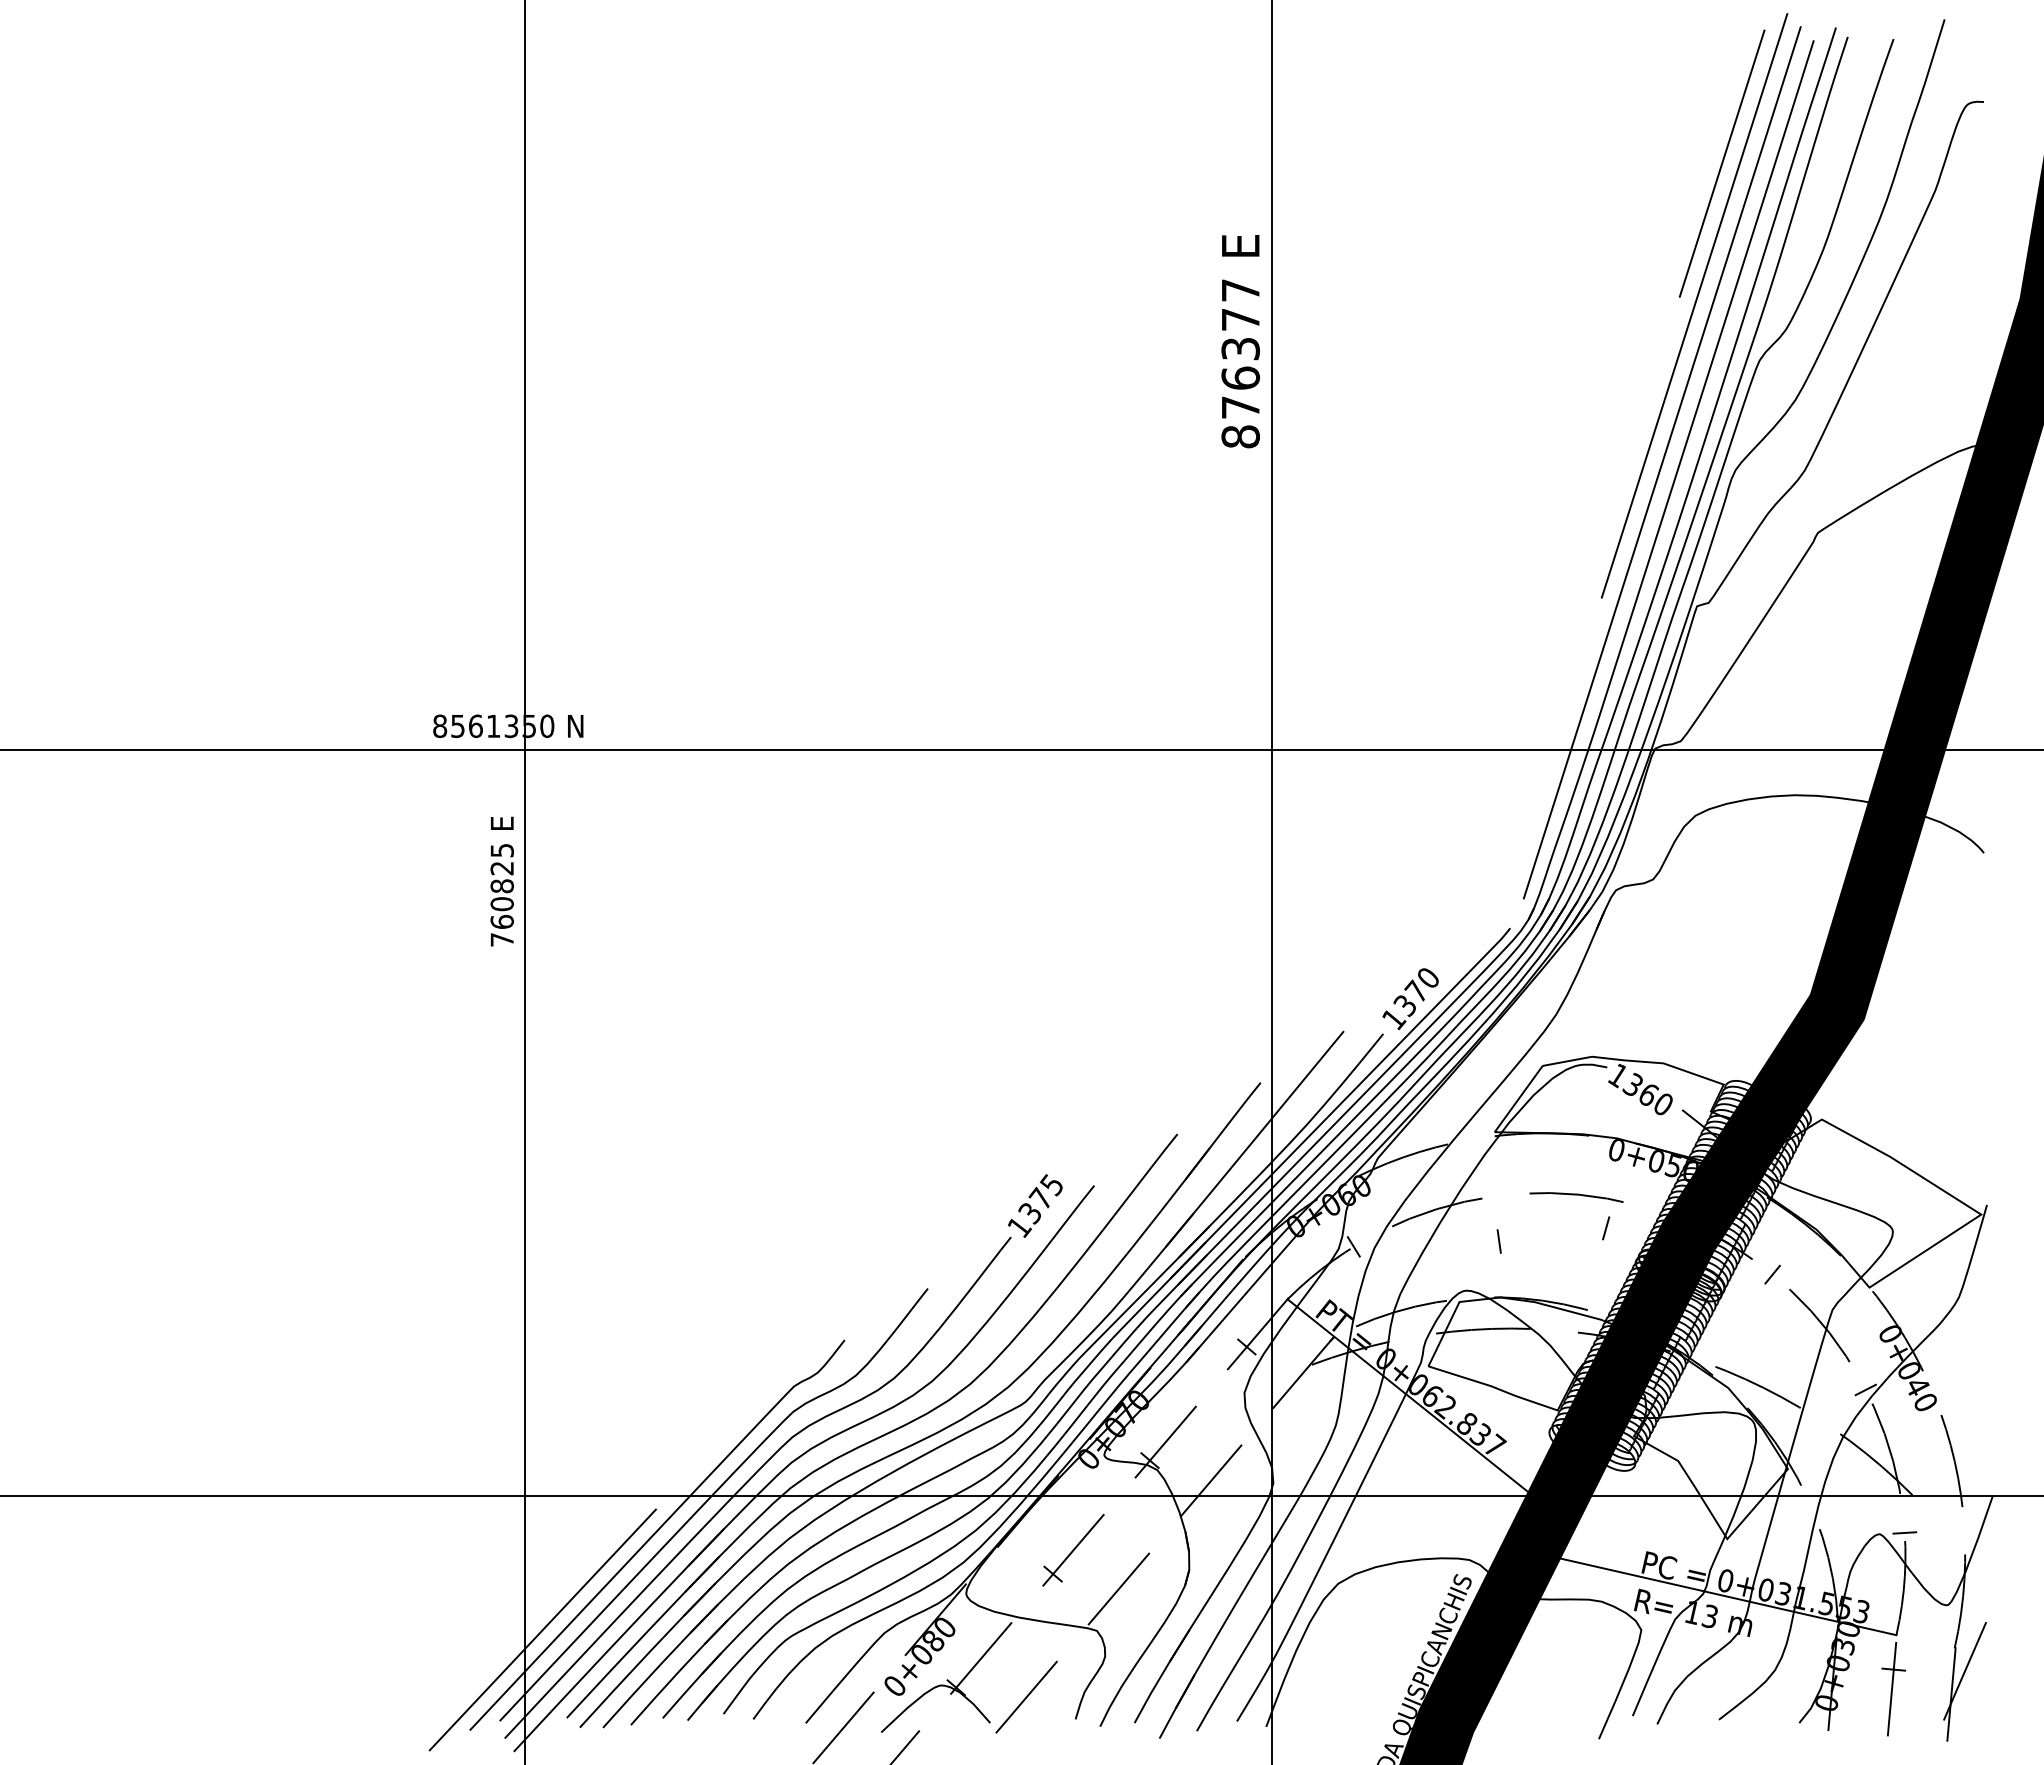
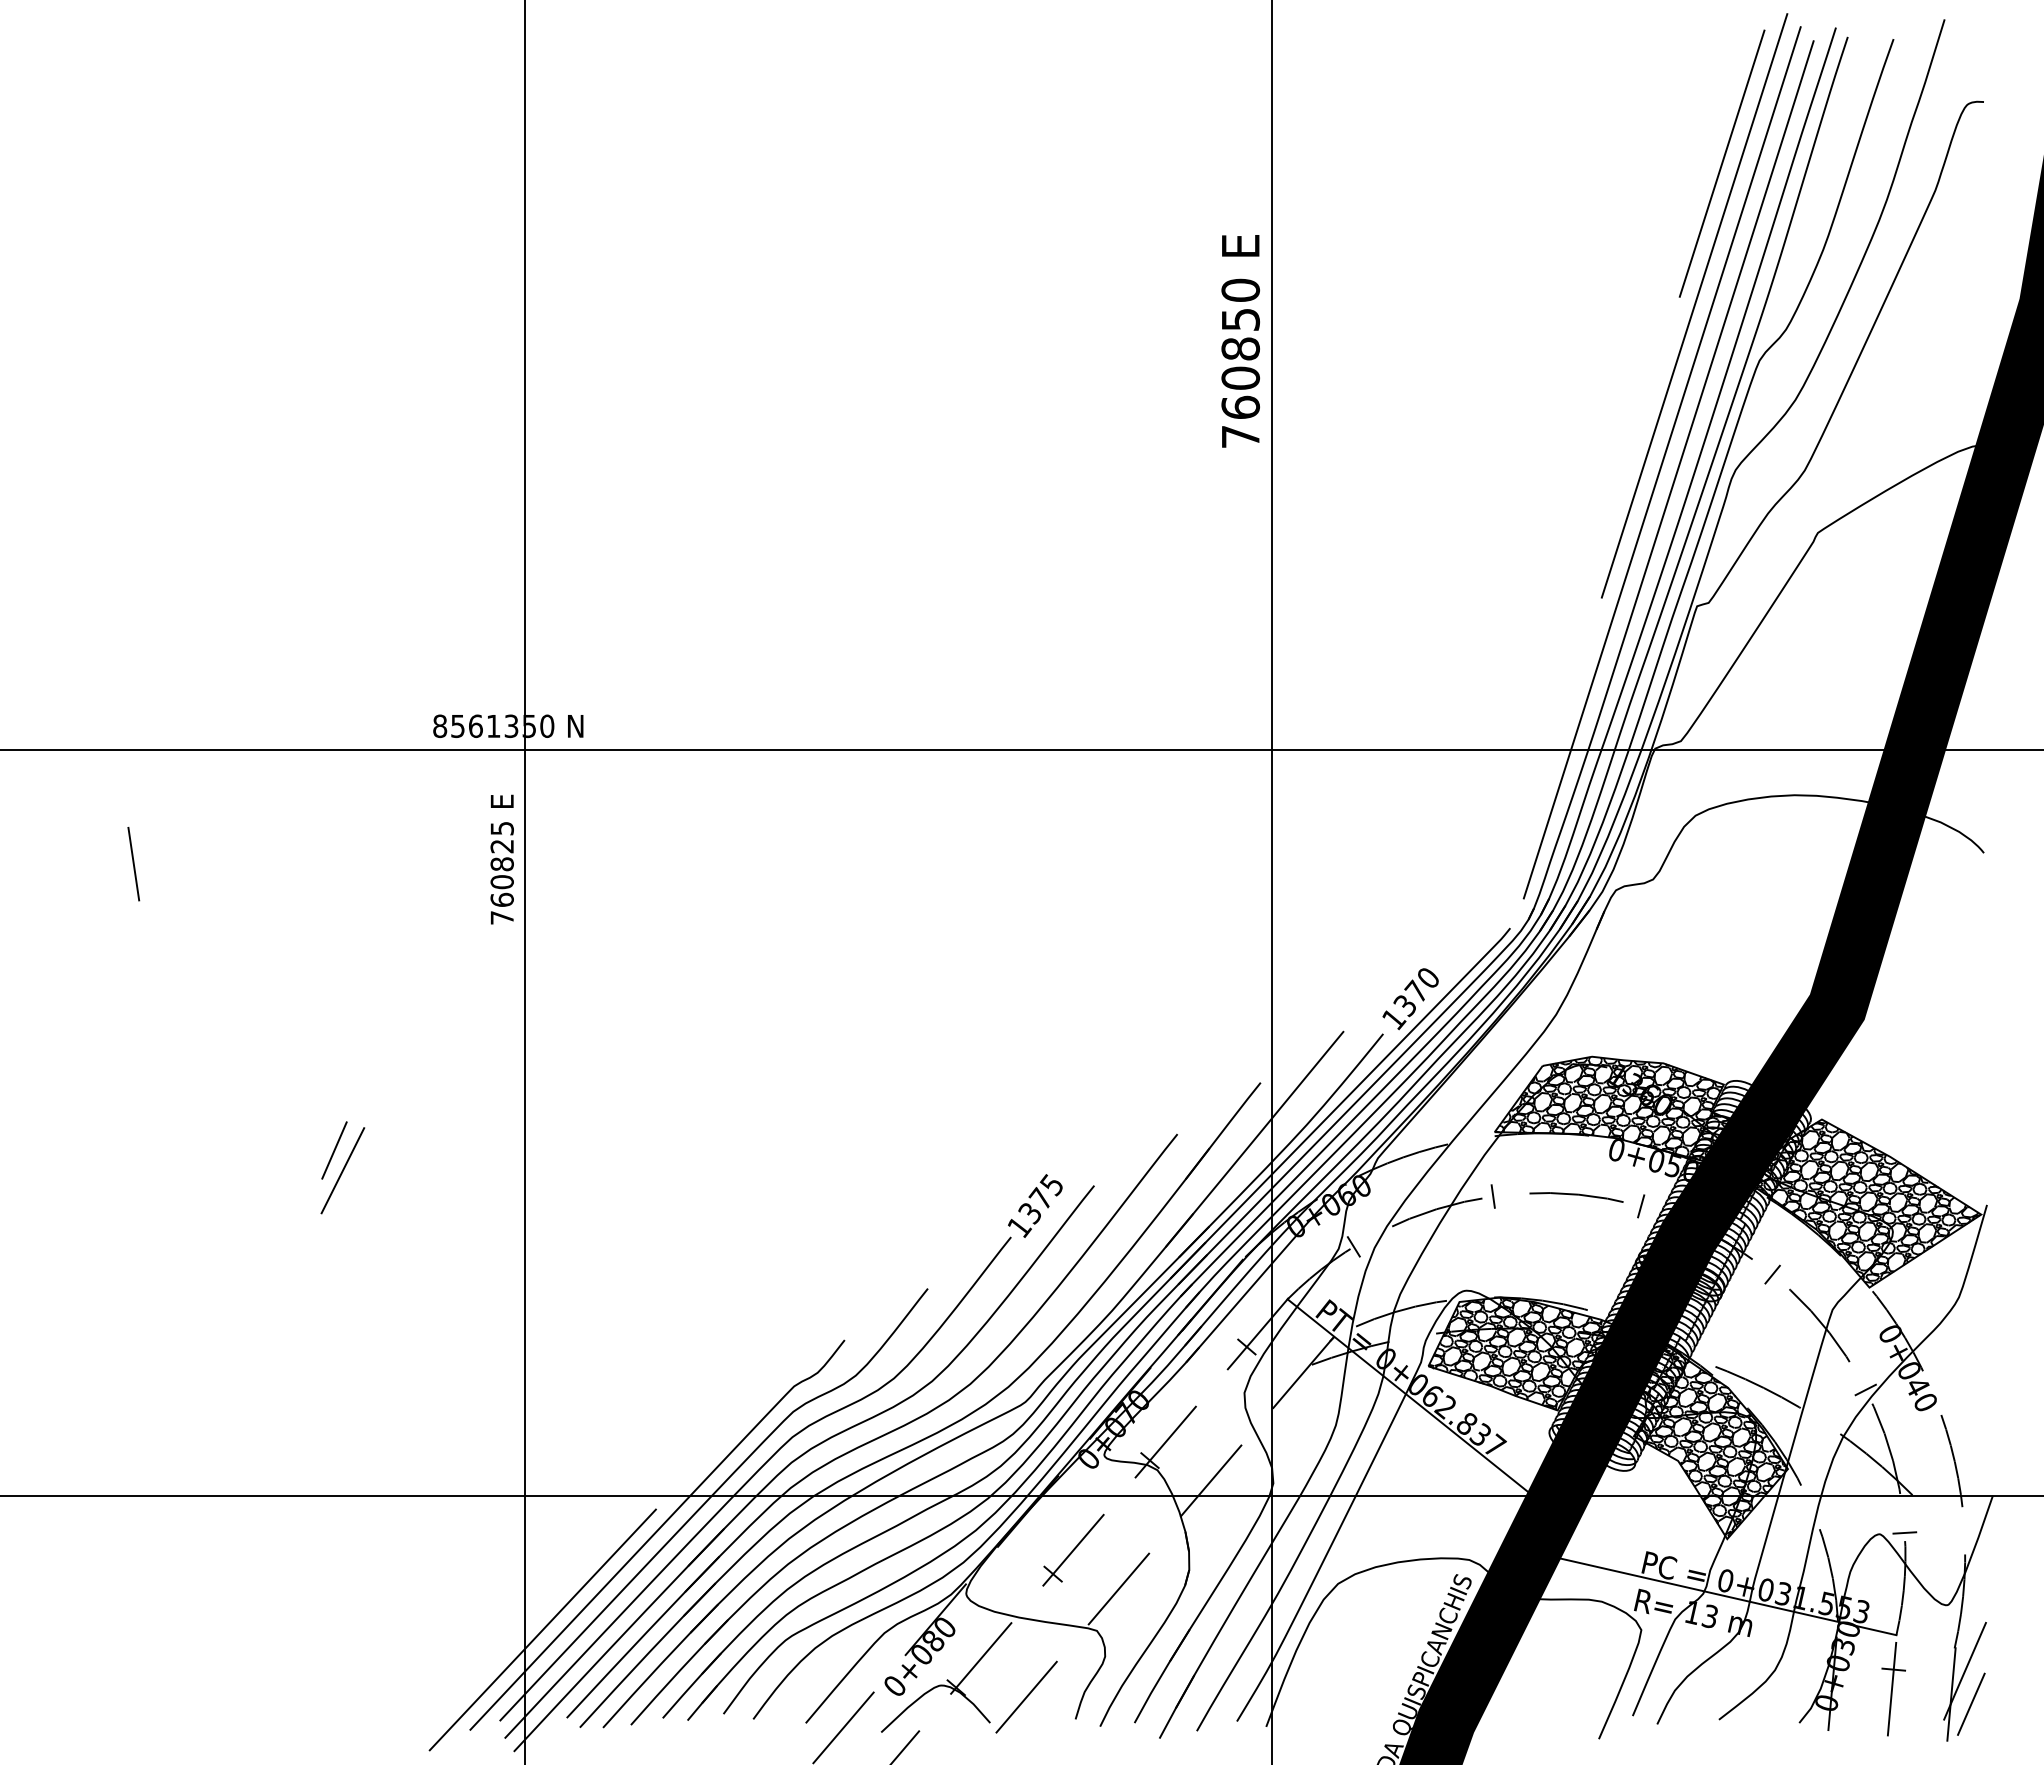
text at (1240, 363): 876377 -> 760850
line at (133, 863): none -> present
text at (501, 881) position: (501, 881) -> (501, 859)
line at (334, 1150): none -> present
line at (342, 1170): none -> present
hatch at (1737, 1171): none -> present
line at (1606, 1228) position: (1606, 1228) -> (1641, 1206)
line at (1498, 1241) position: (1498, 1241) -> (1492, 1196)
hatch at (1607, 1417): none -> present
line at (1971, 1703): none -> present
